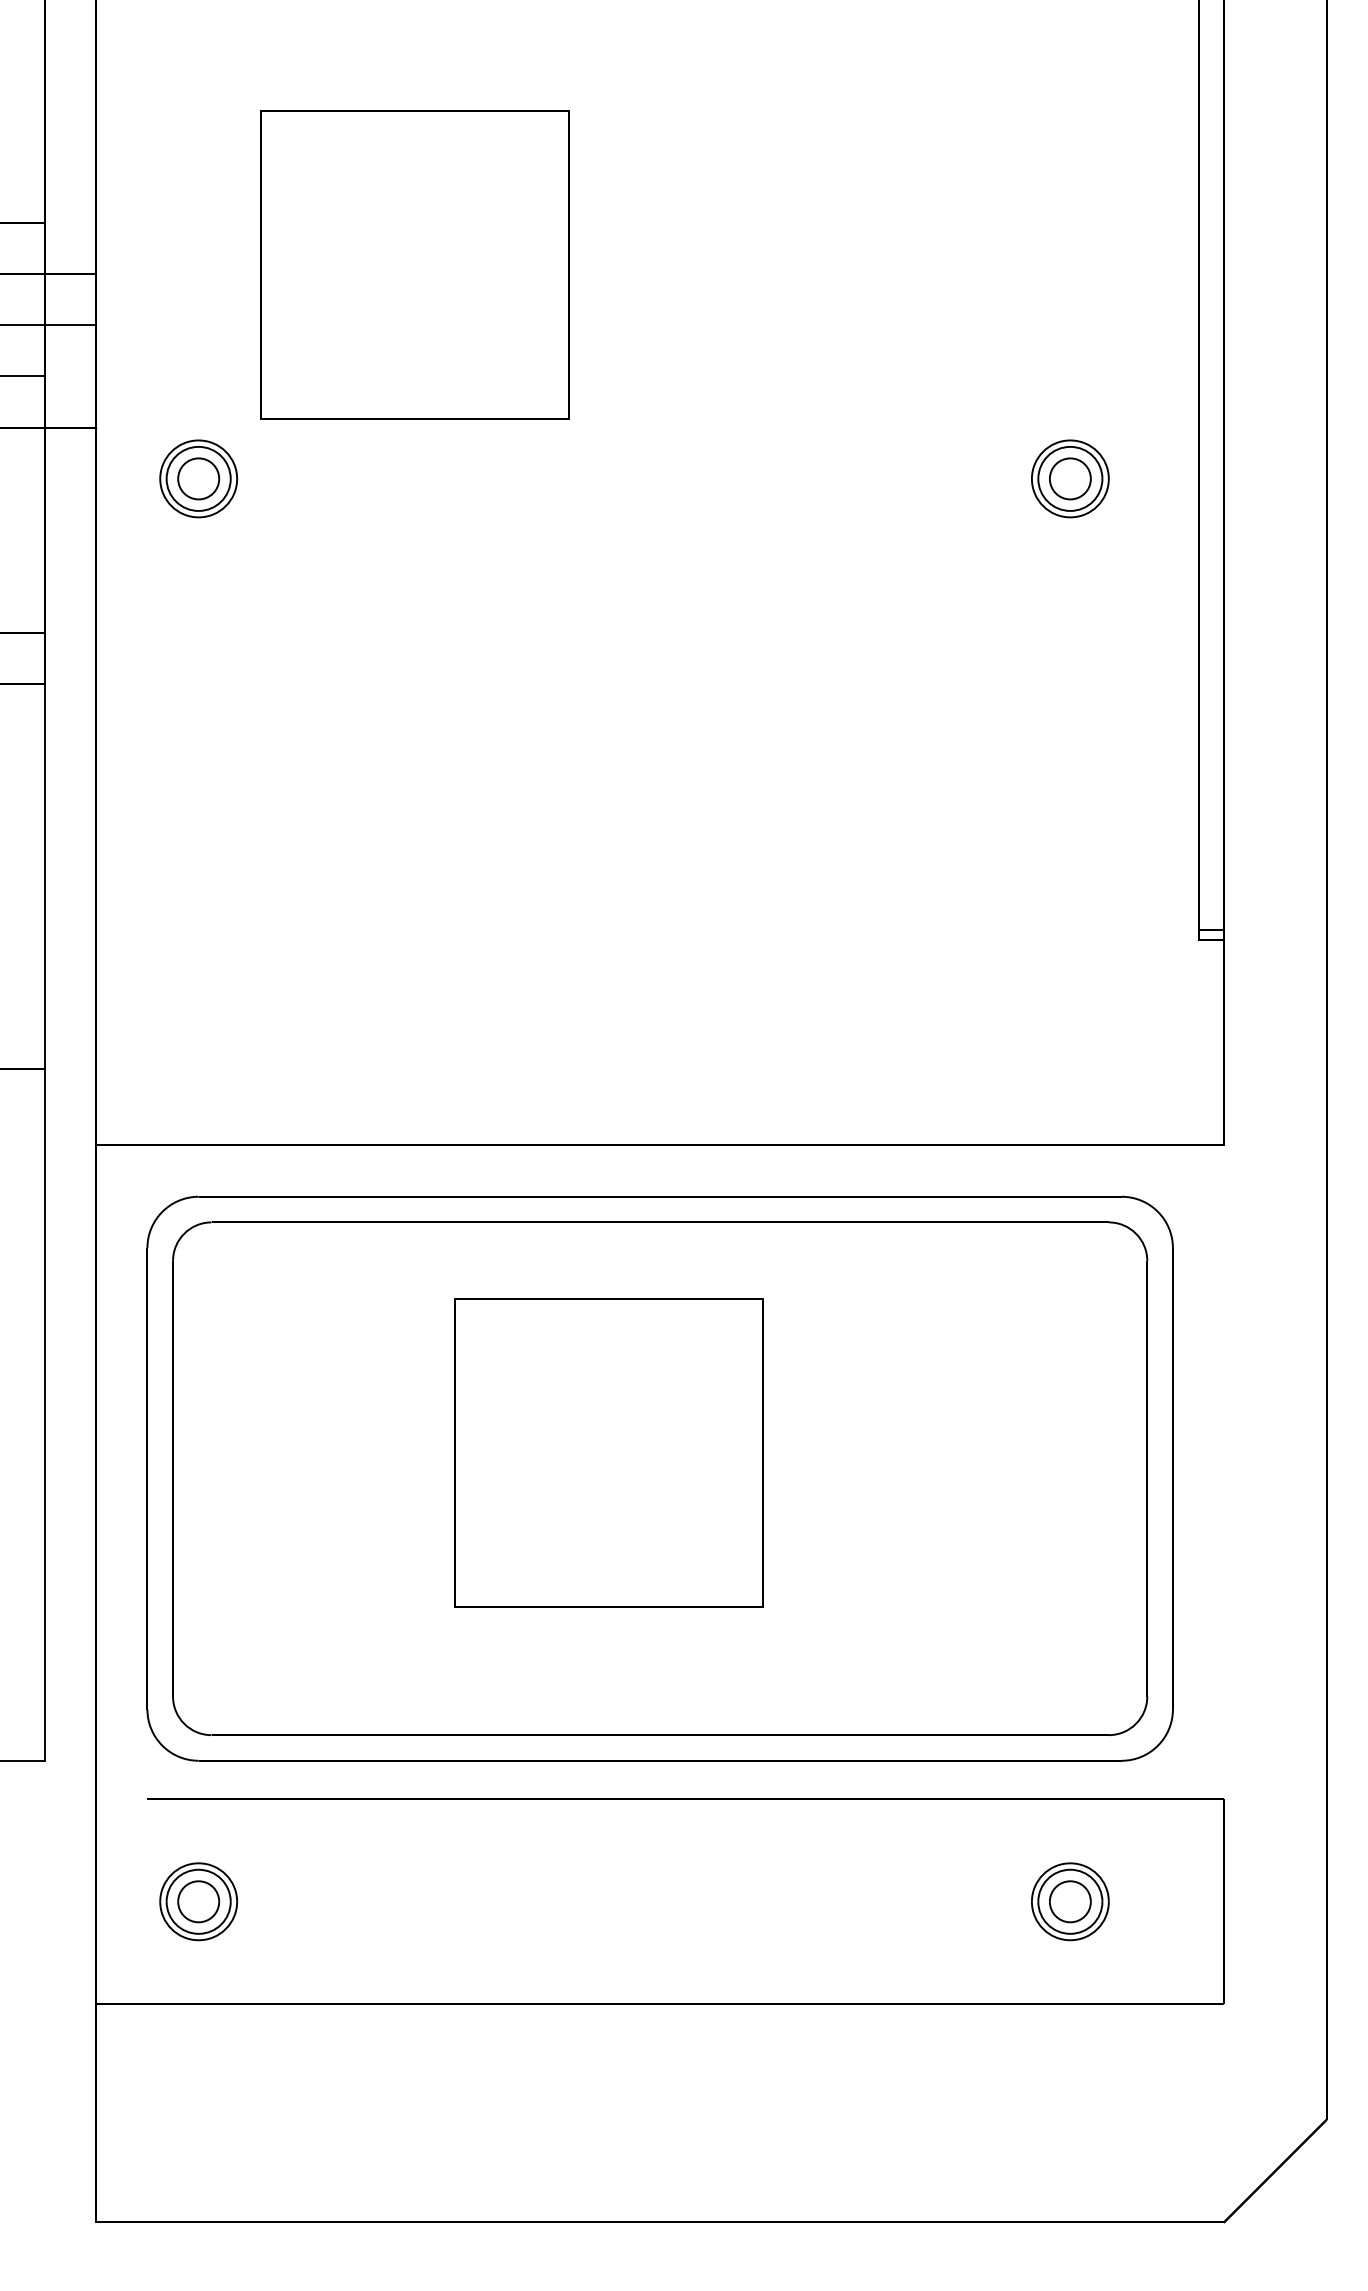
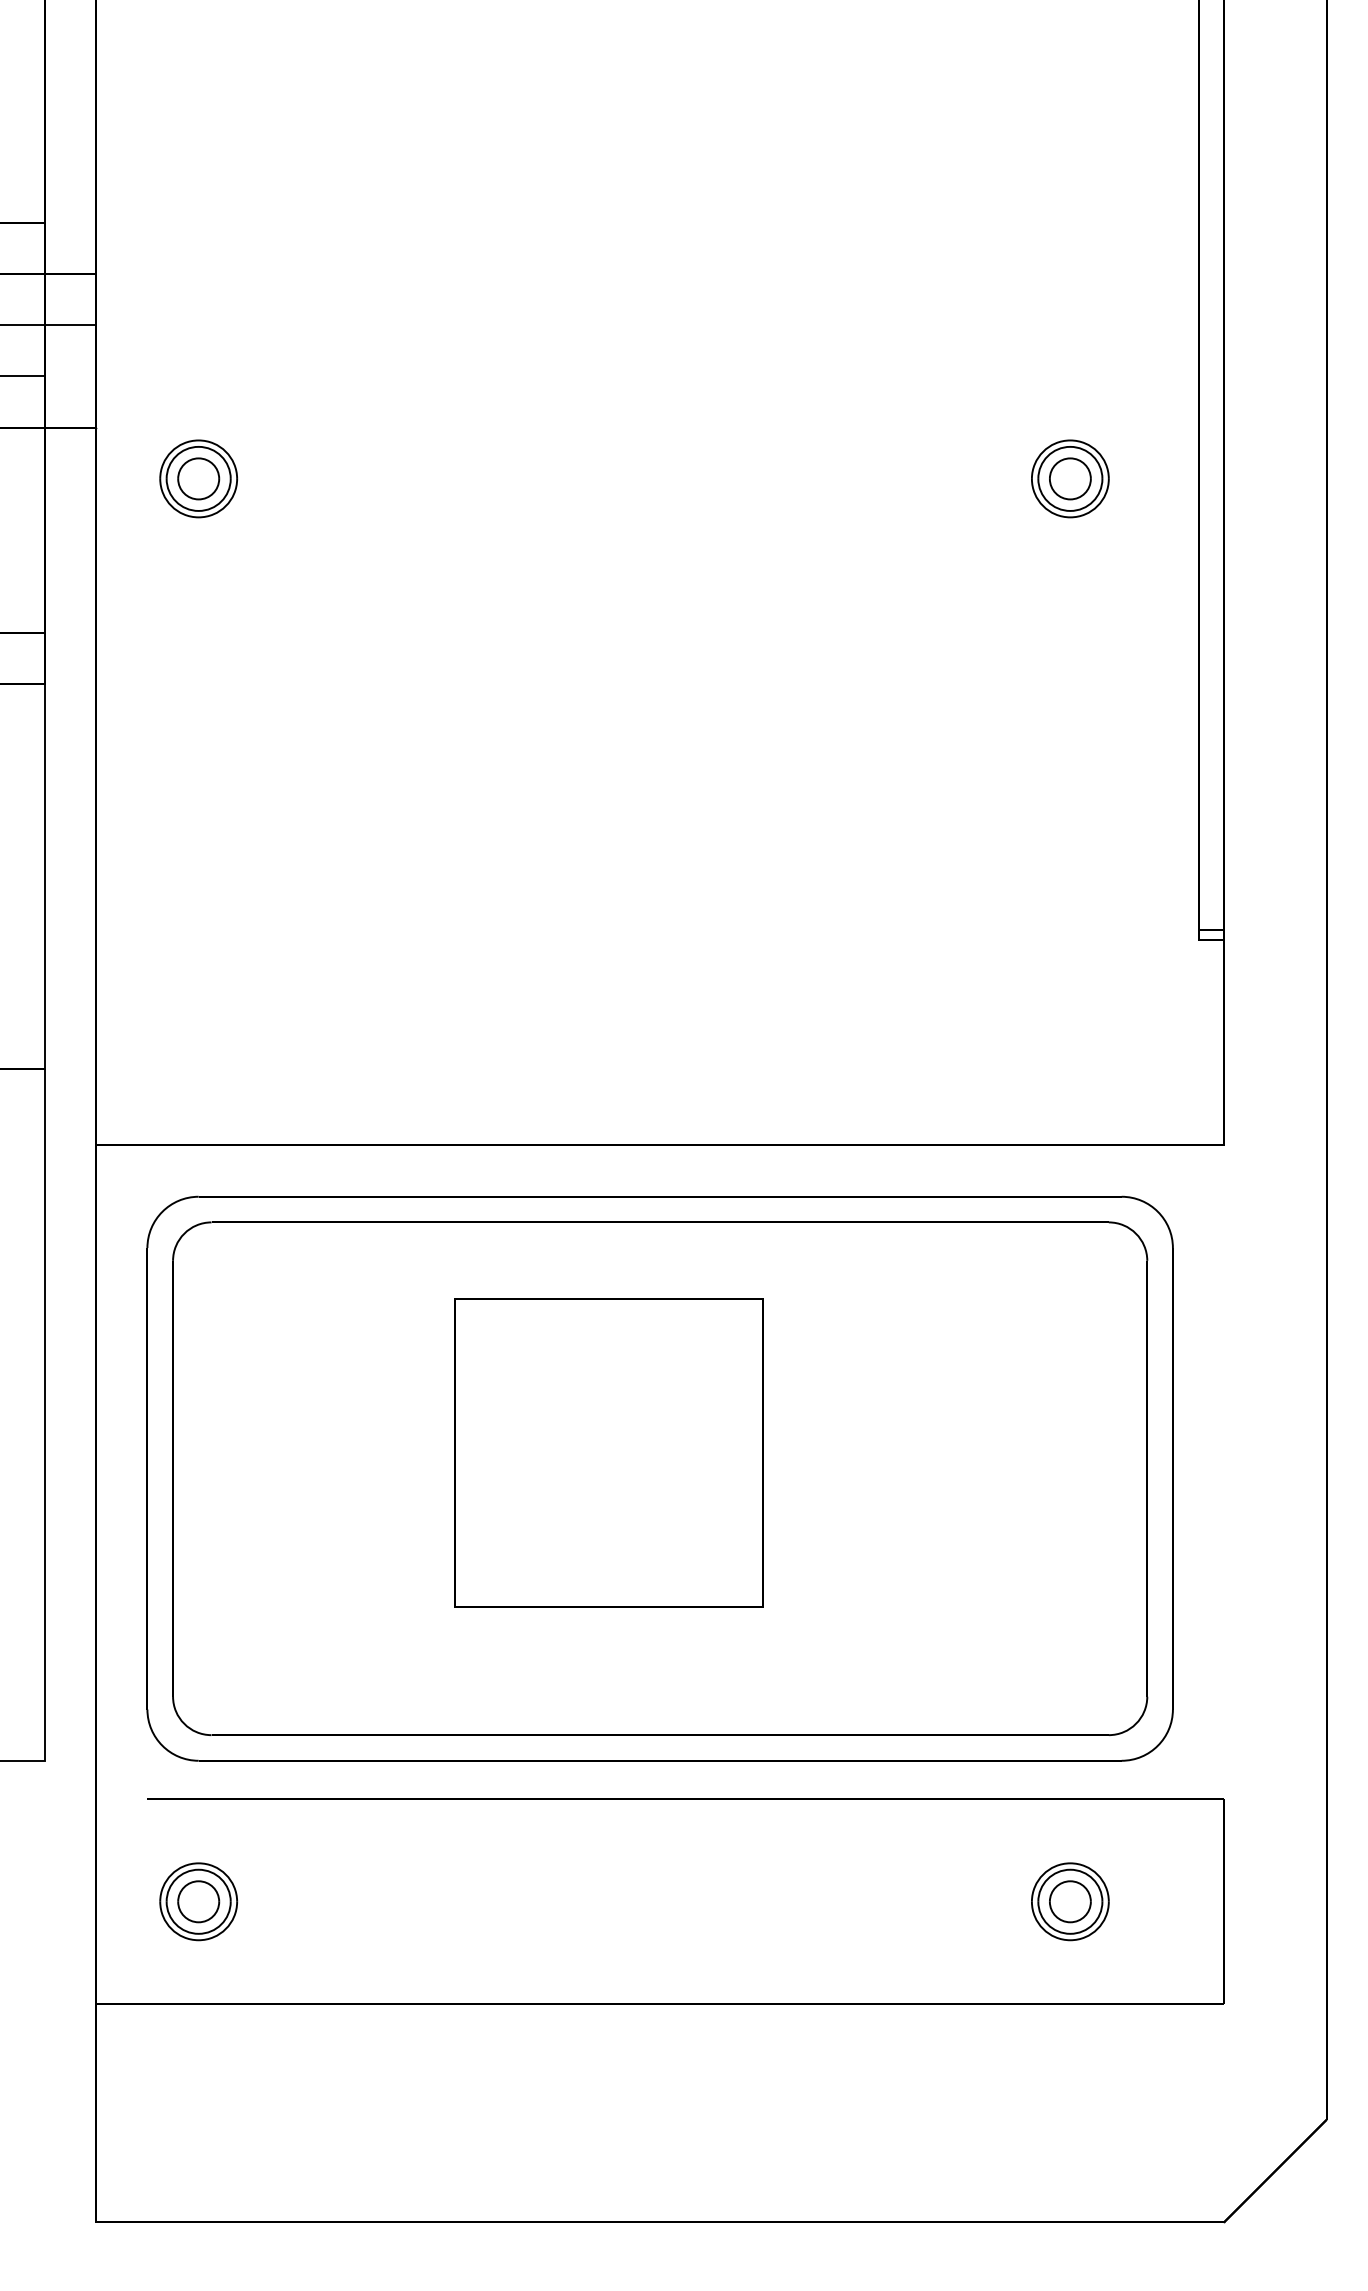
part at (414, 264): present -> none
